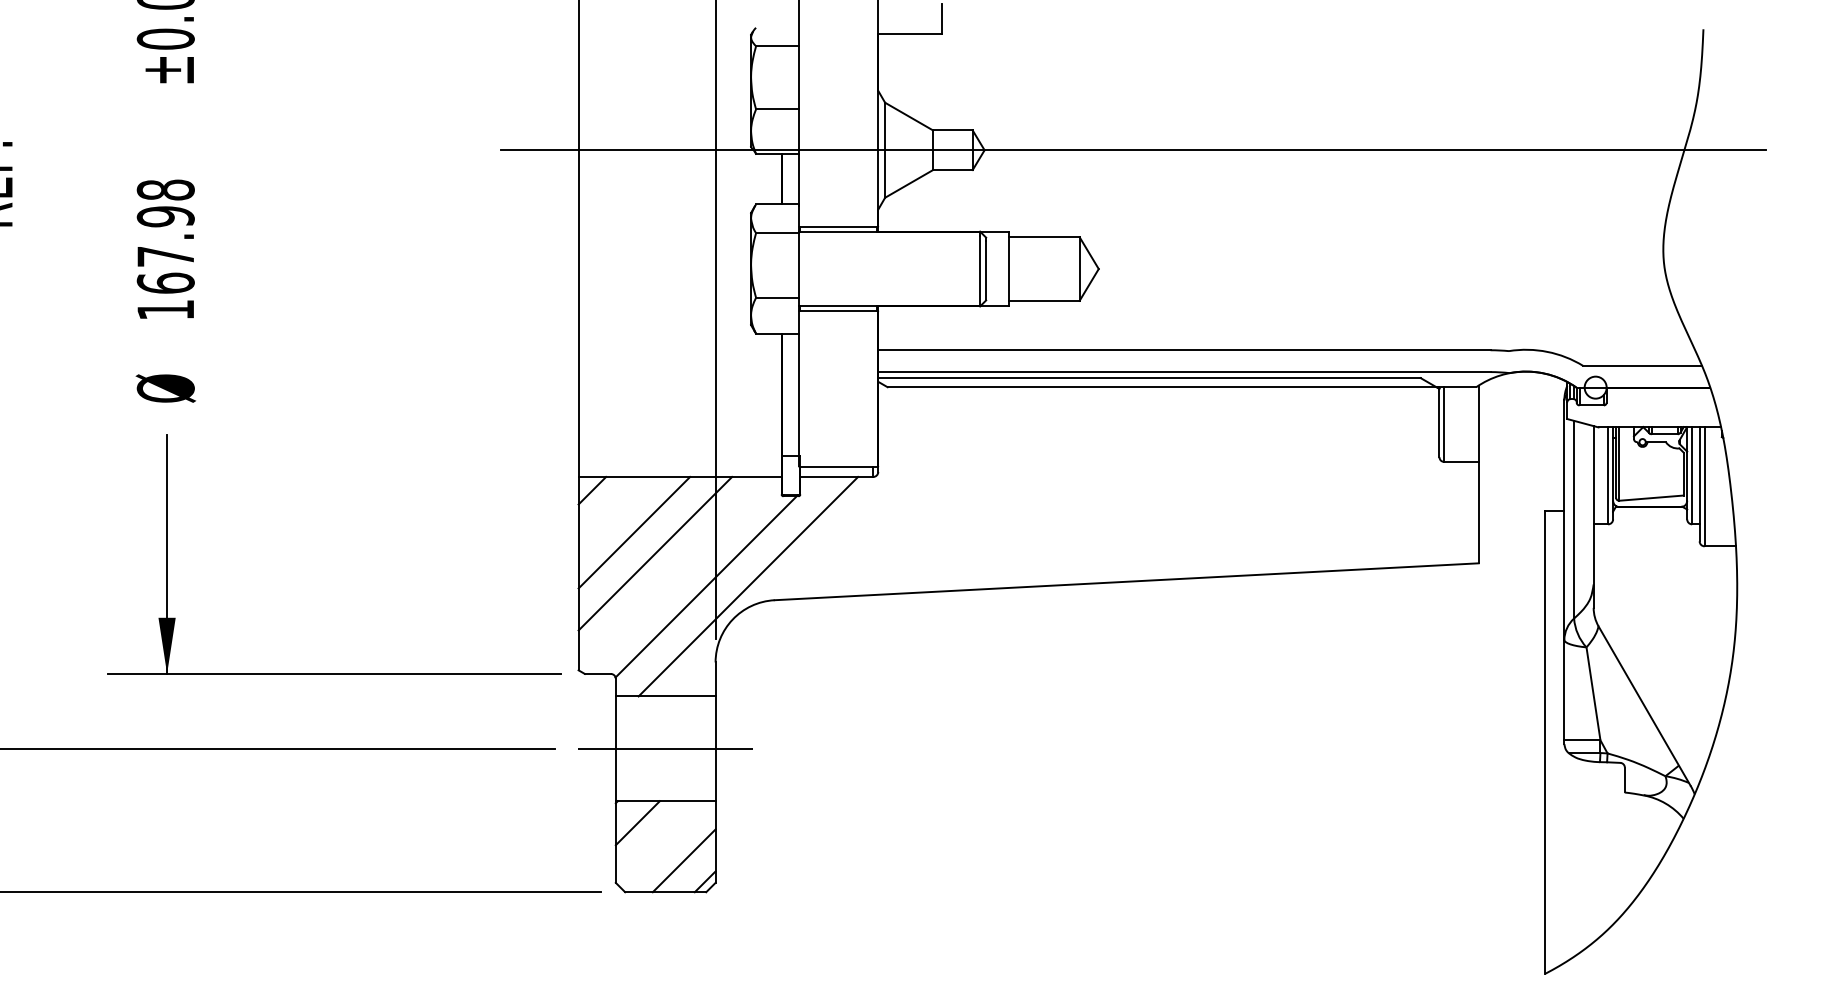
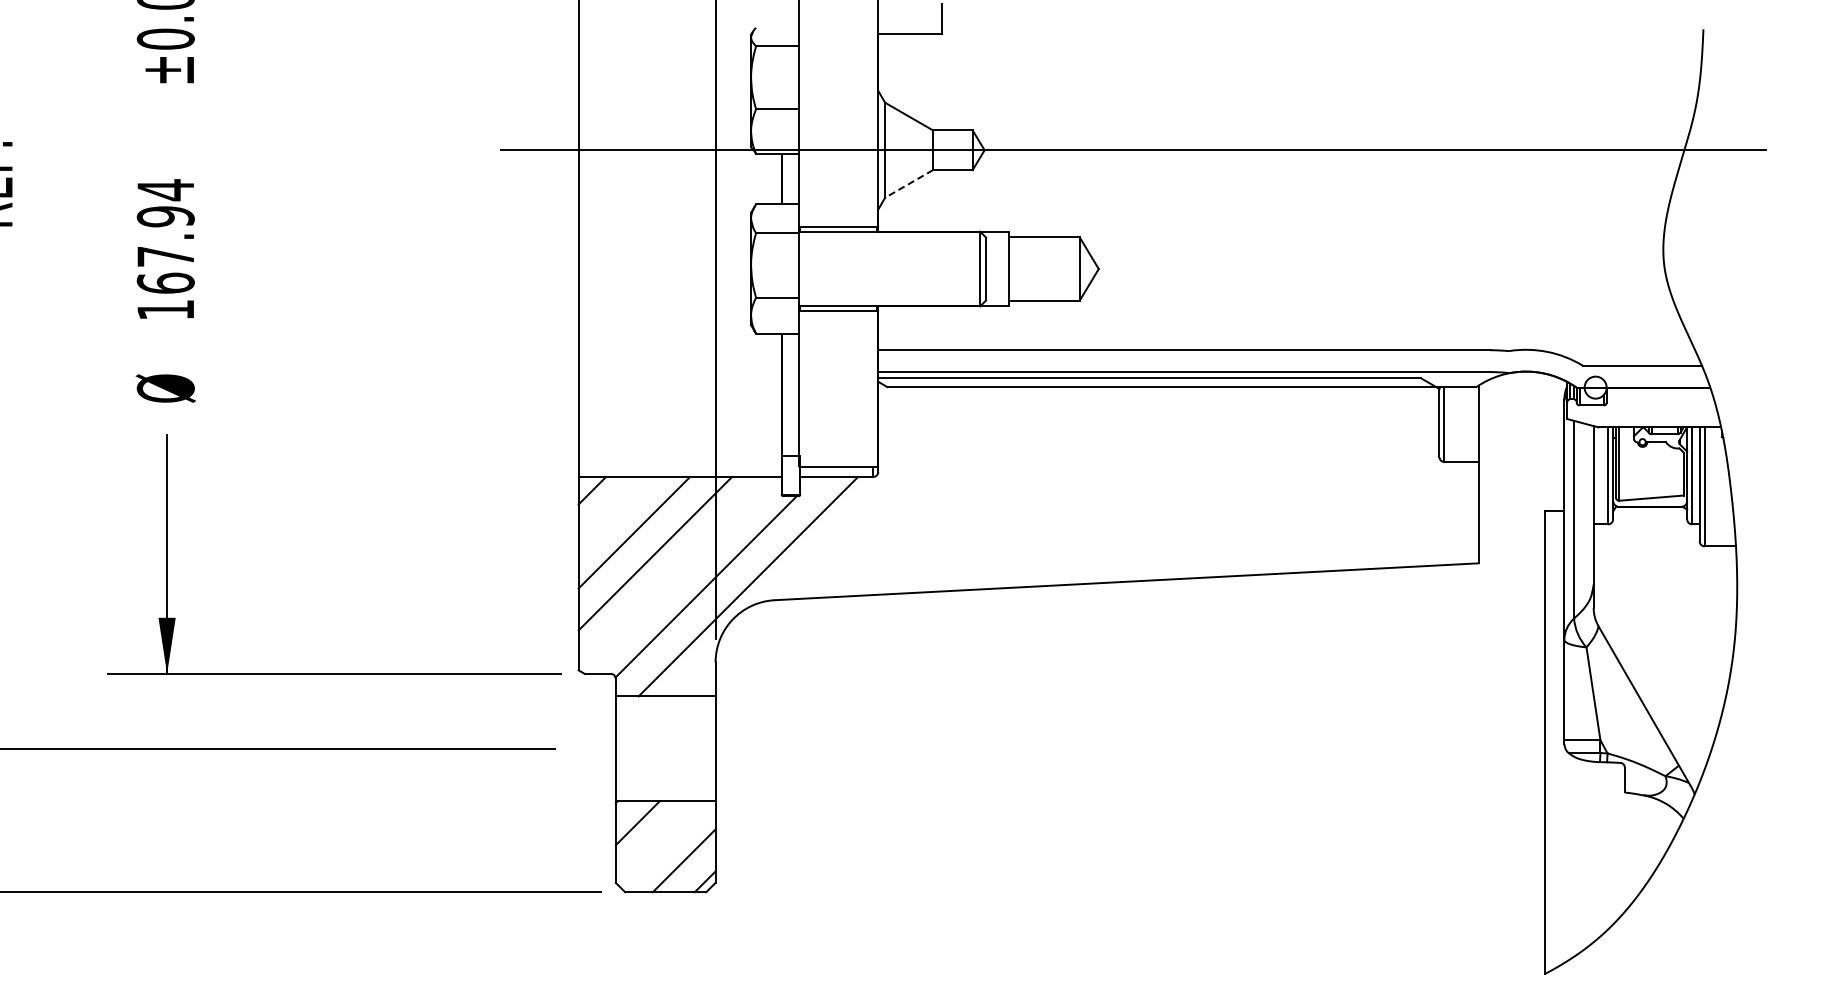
line at (909, 183): solid -> dashed
text at (165, 190): 167.98 -> 167.94
line at (665, 748): present -> none
